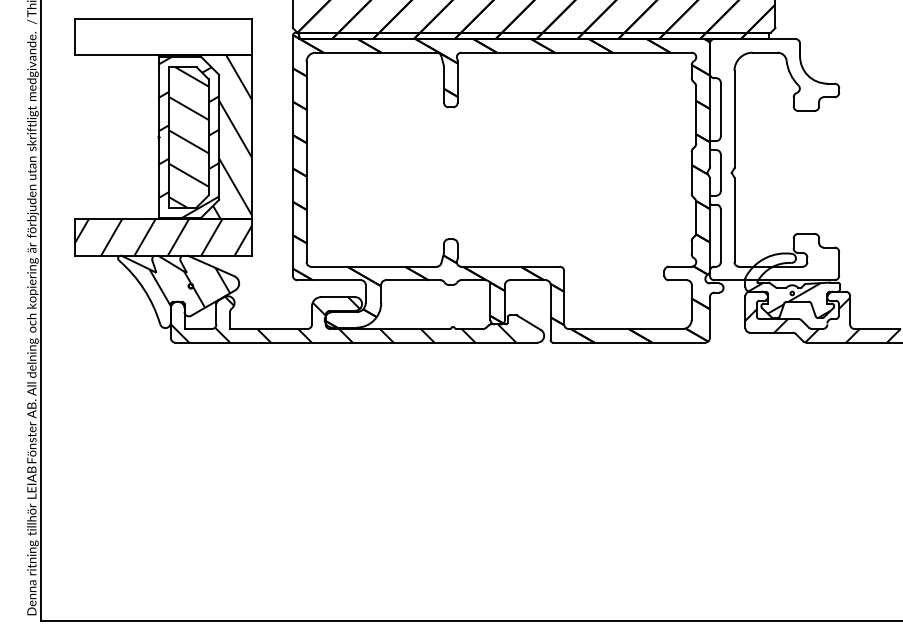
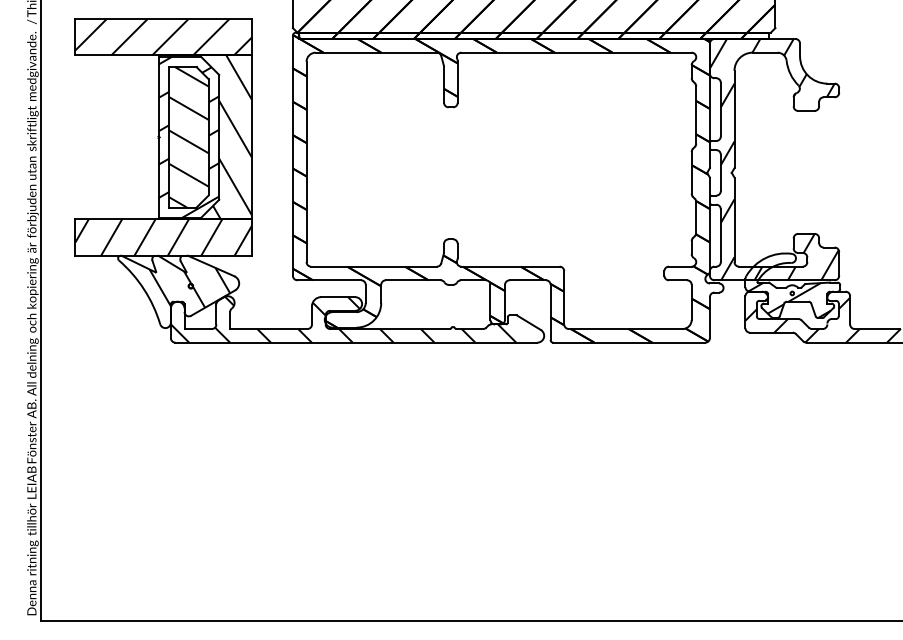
hatch at (163, 37): none -> present
hatch at (773, 159): none -> present
